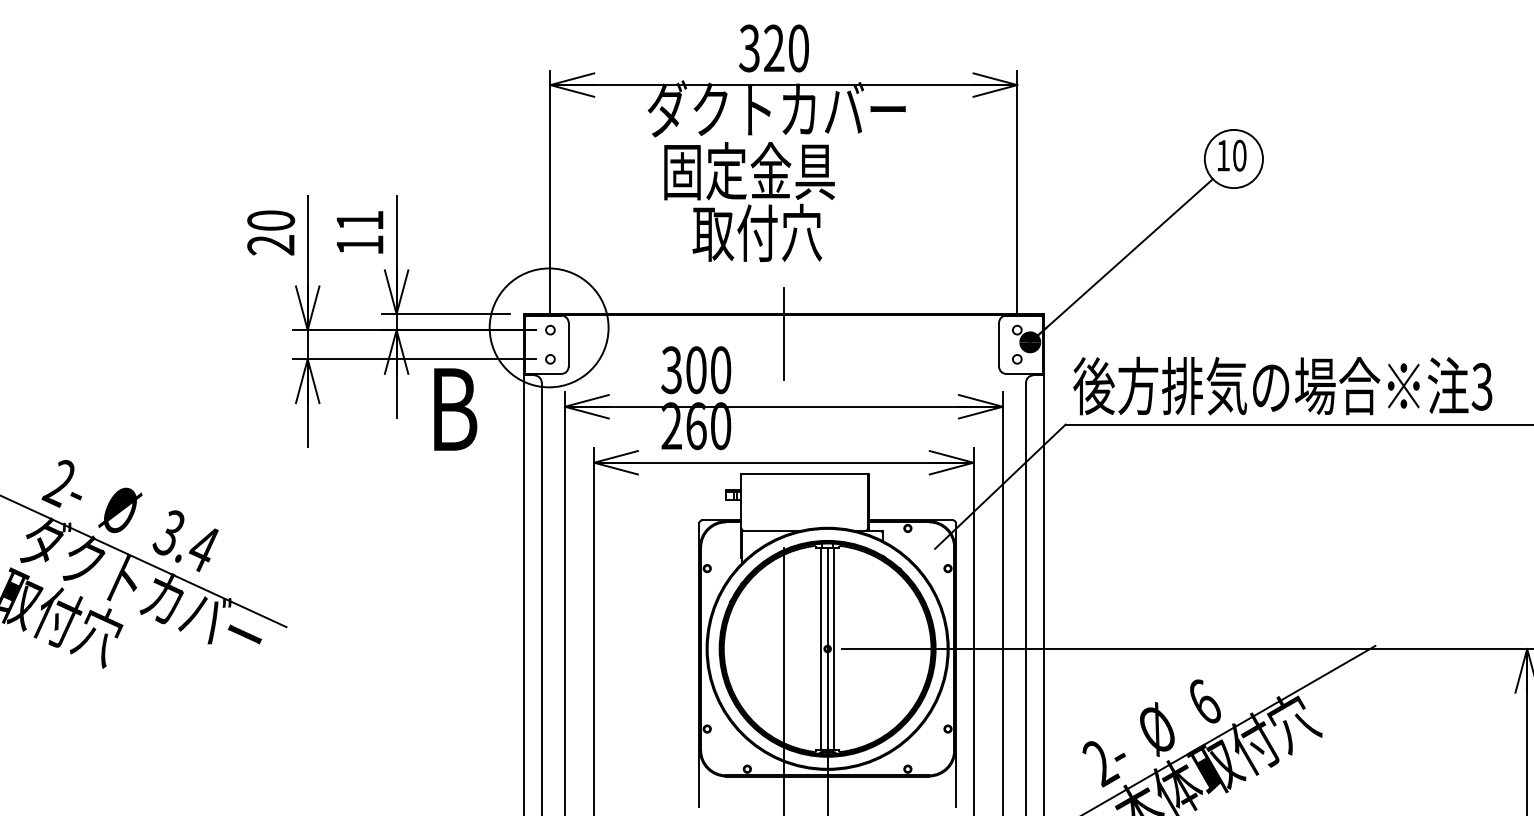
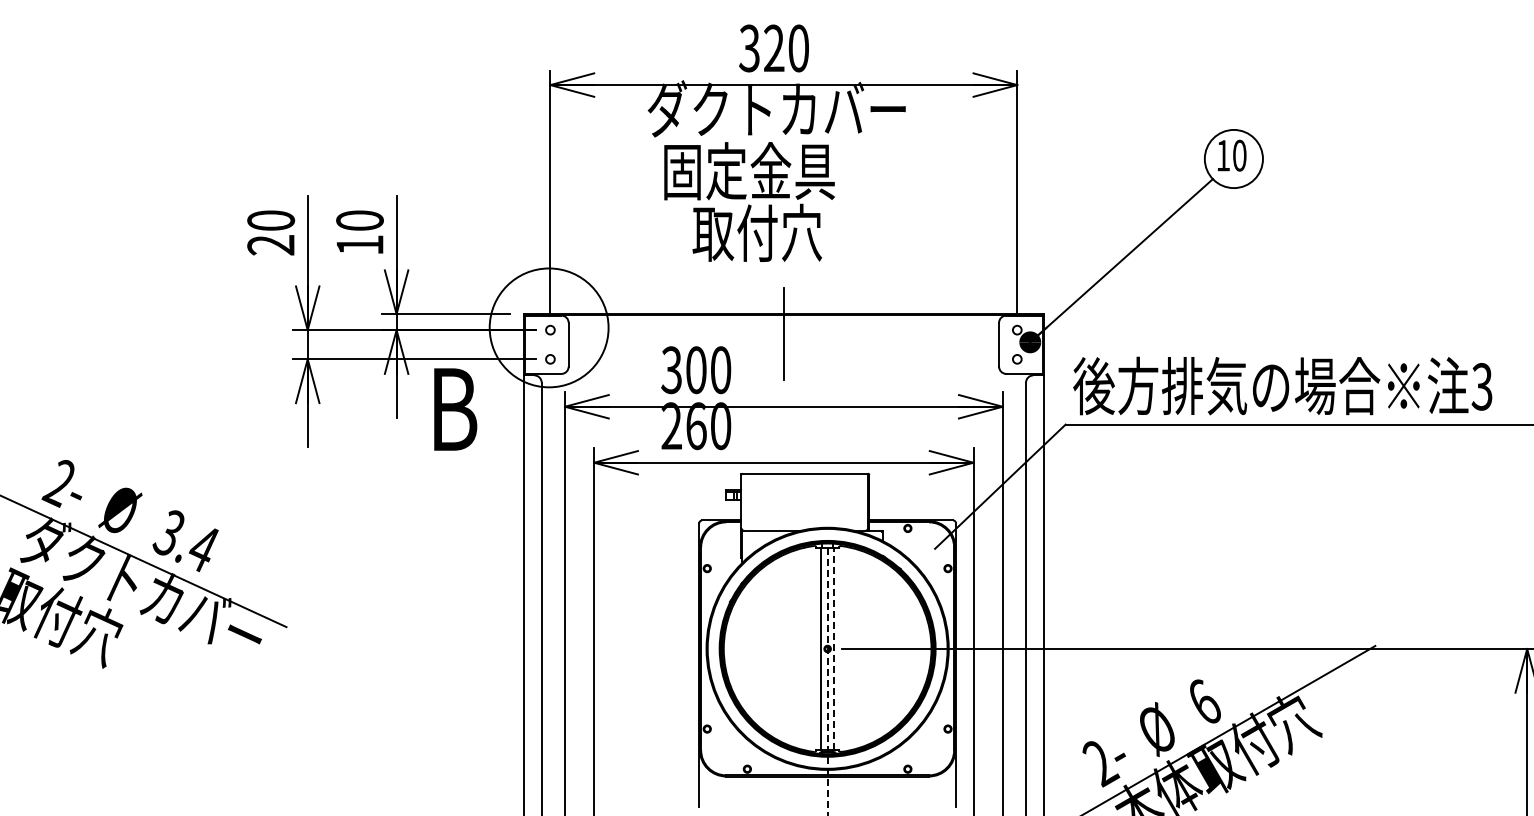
text at (359, 220): 11 -> 10
line at (834, 648): solid -> dashed
line at (784, 679): present -> none
line at (828, 681): solid -> dashed
